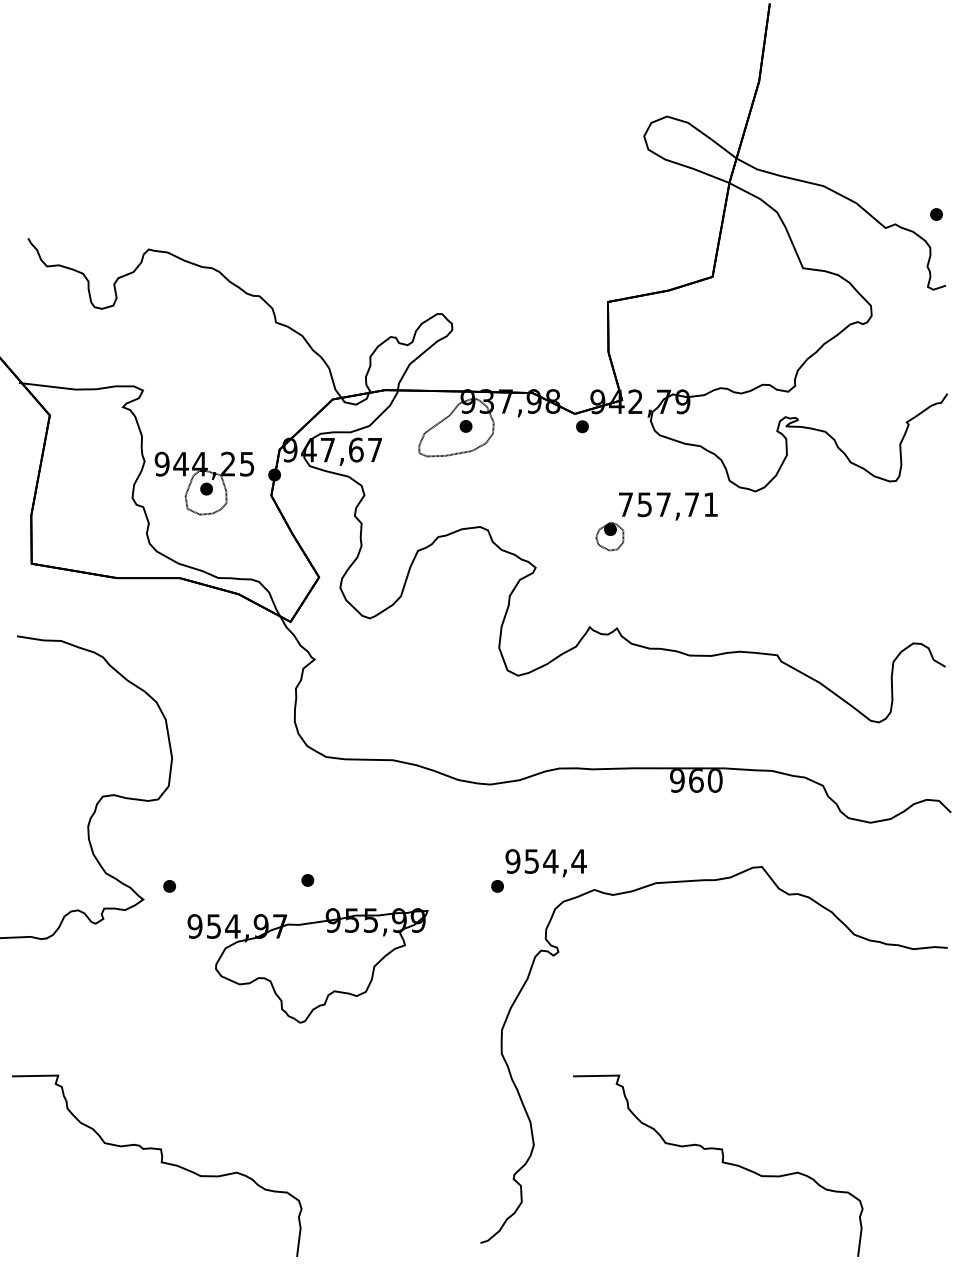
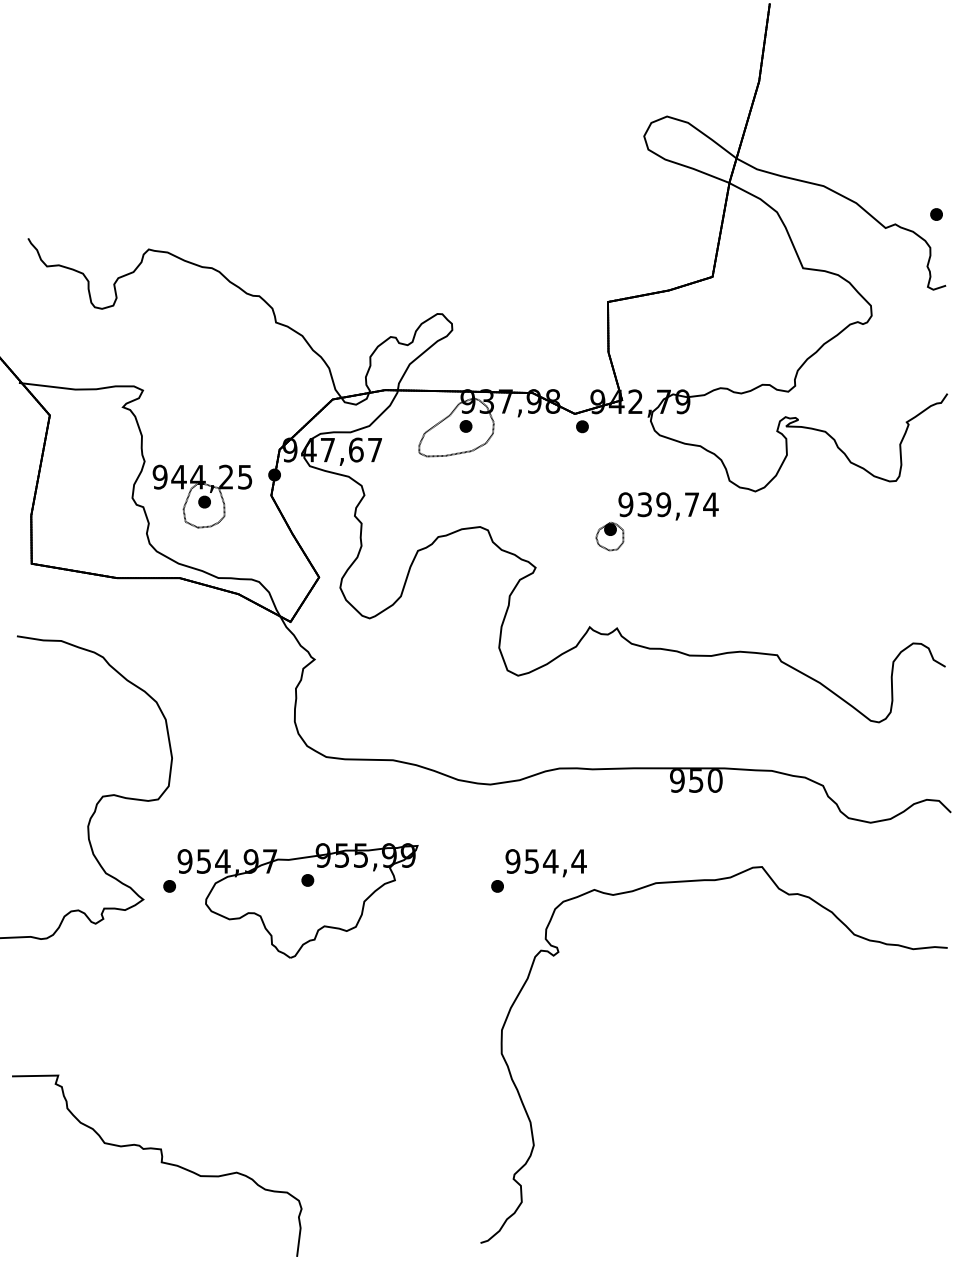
part at (204, 483) position: (204, 483) -> (202, 496)
text at (668, 504): 757,71 -> 939,74
text at (696, 780): 960 -> 950
part at (307, 965) position: (307, 965) -> (297, 900)
curve at (721, 1162): present -> none
